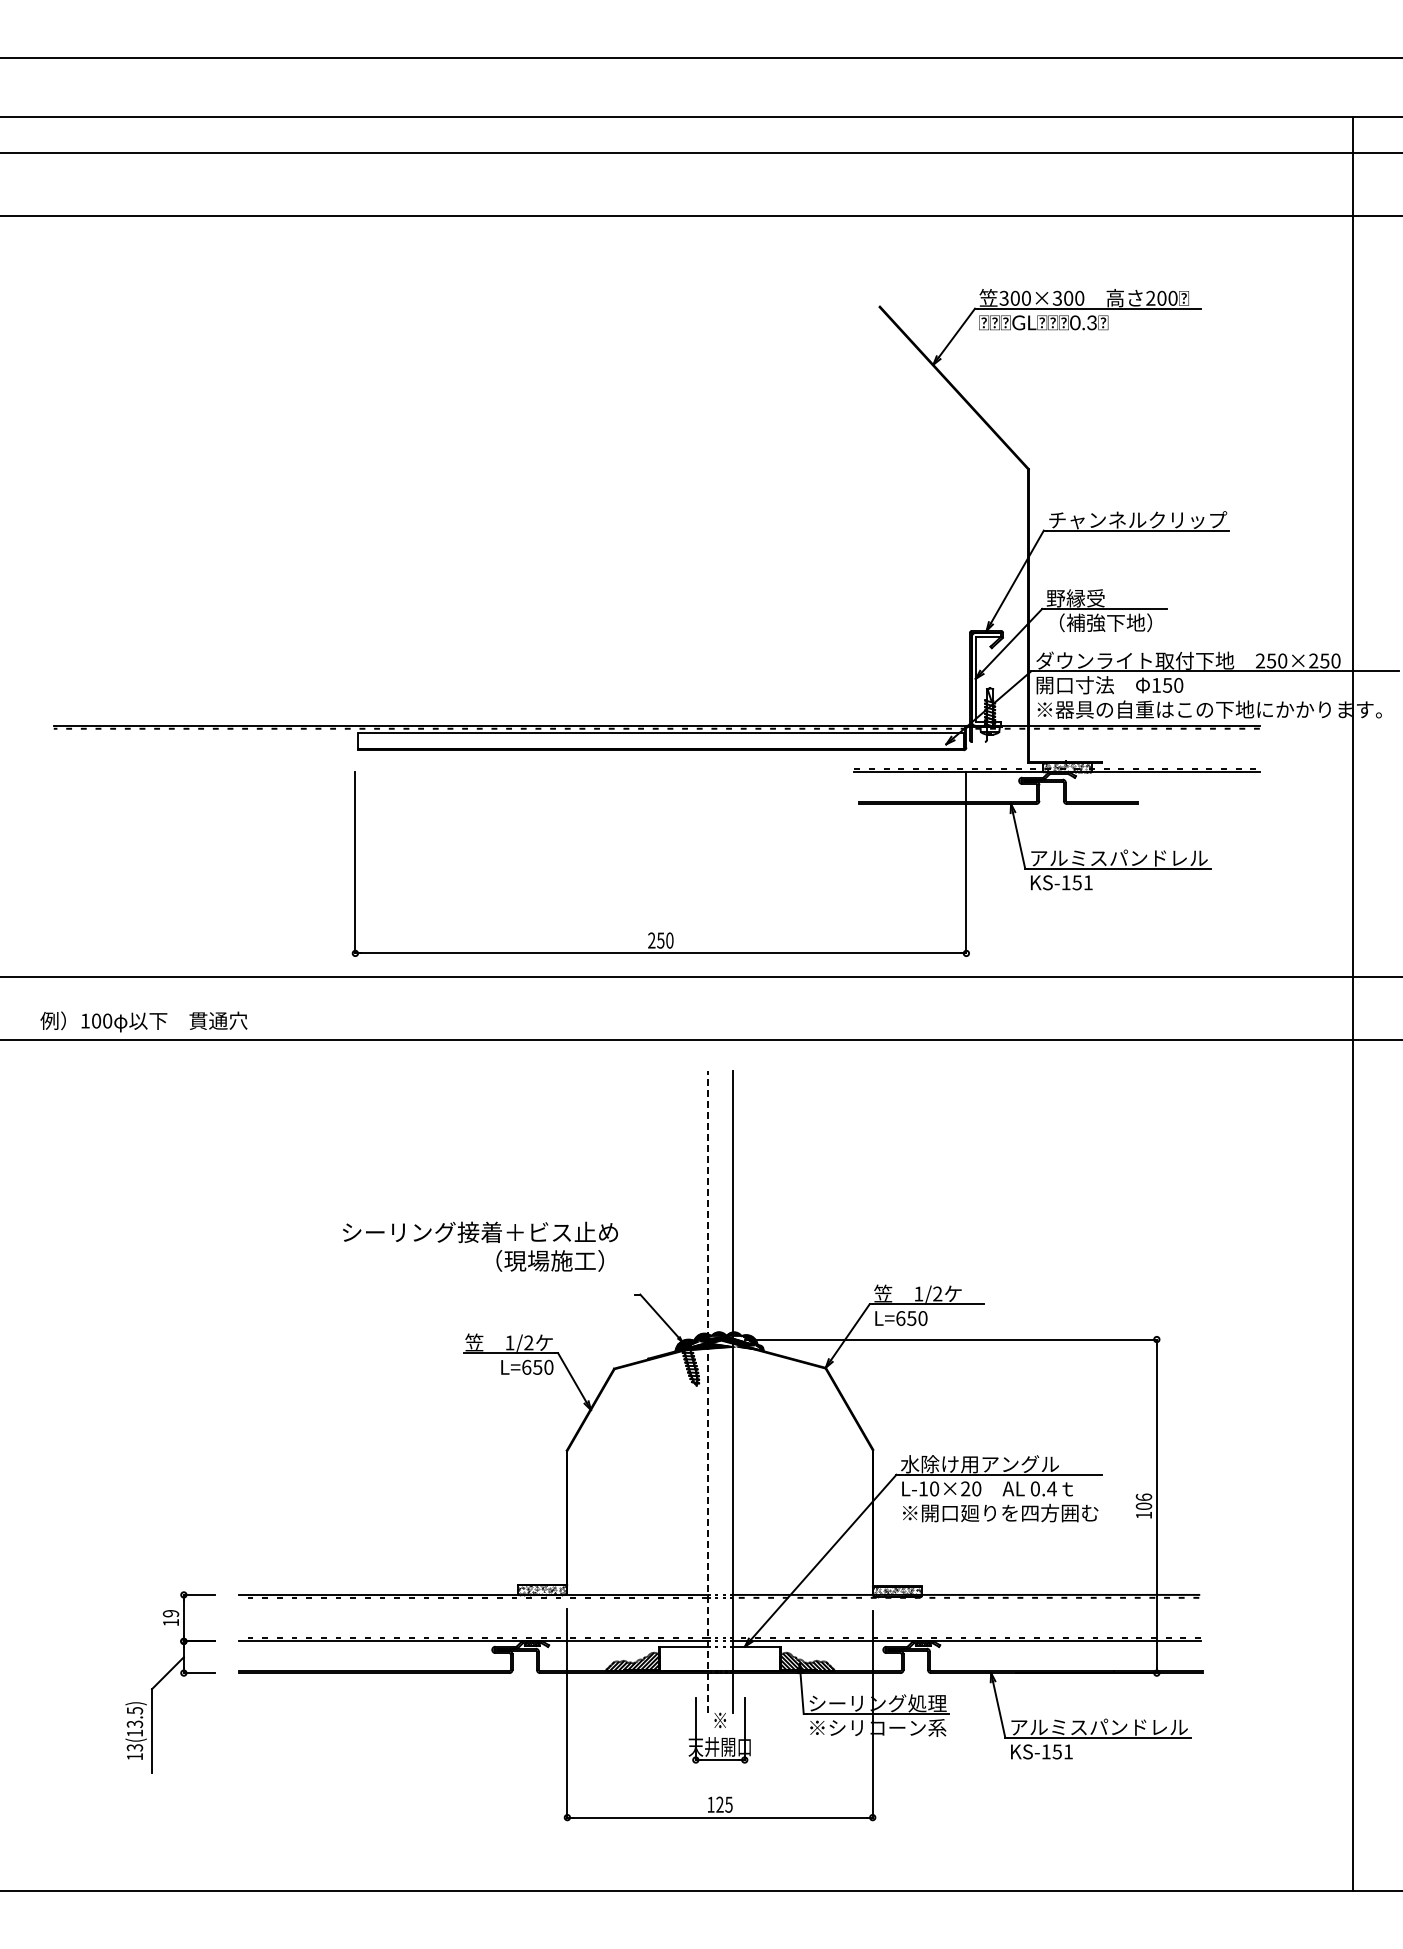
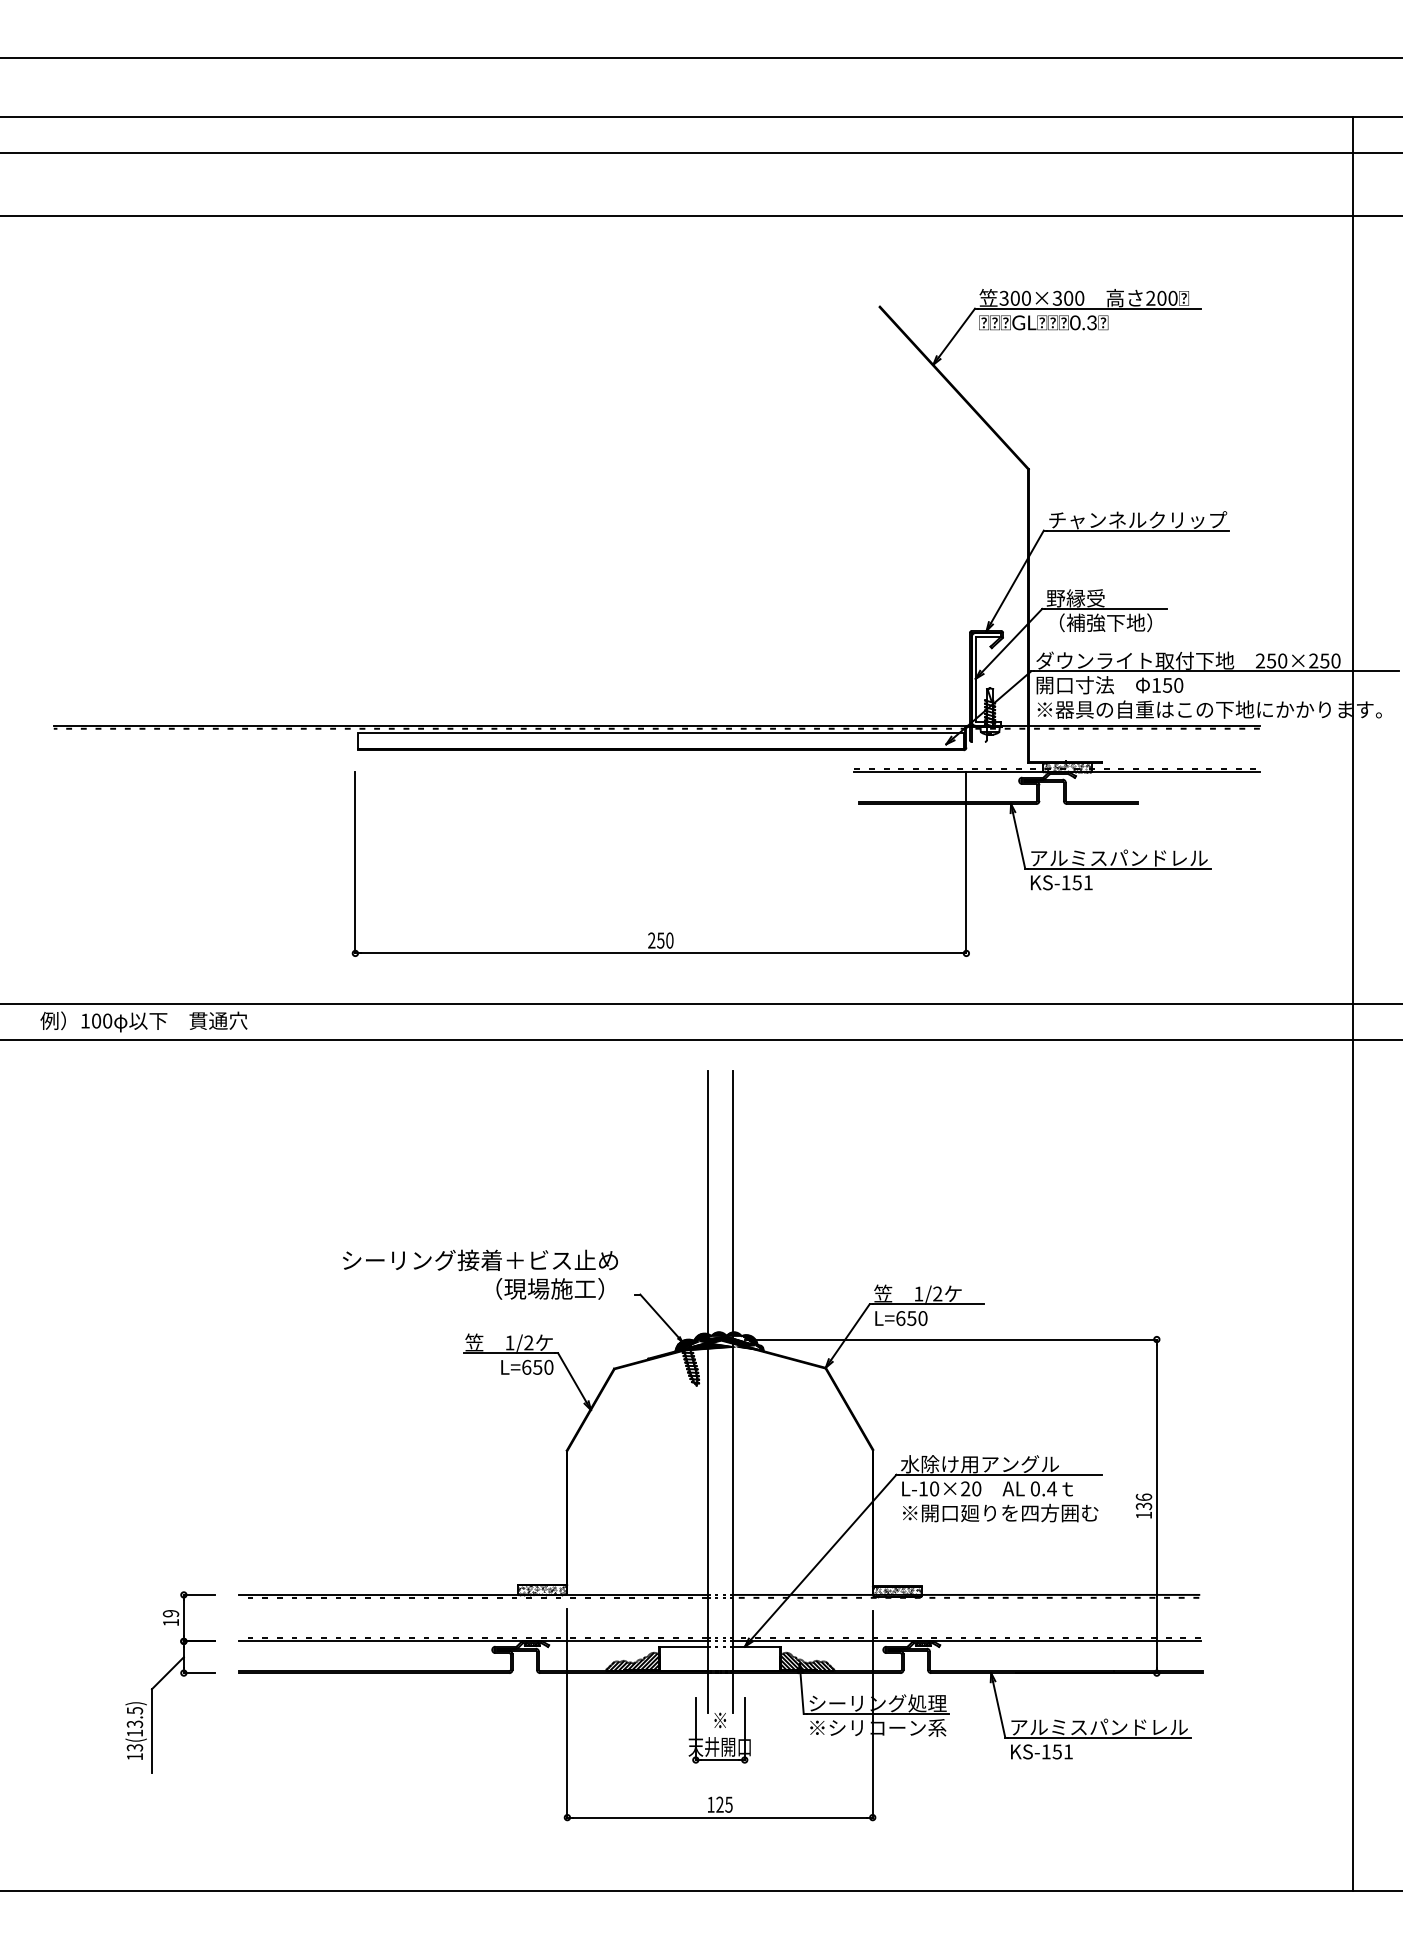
line at (700, 976) position: (700, 976) -> (700, 1003)
text at (480, 1246) position: (480, 1246) -> (480, 1274)
line at (708, 1391): dashed -> solid
text at (1144, 1506): 106 -> 136
